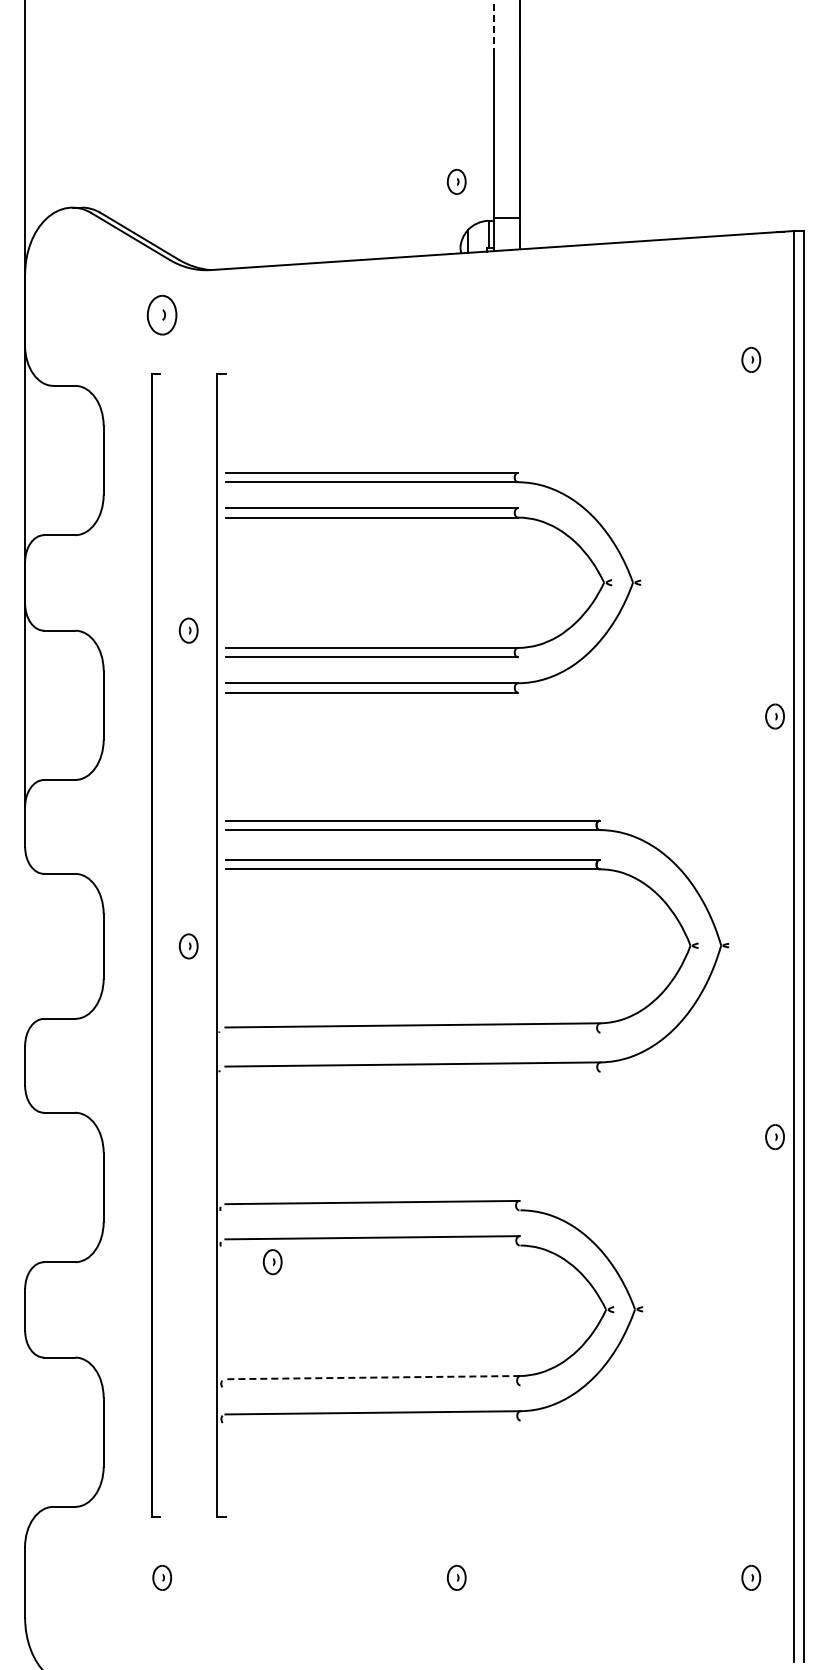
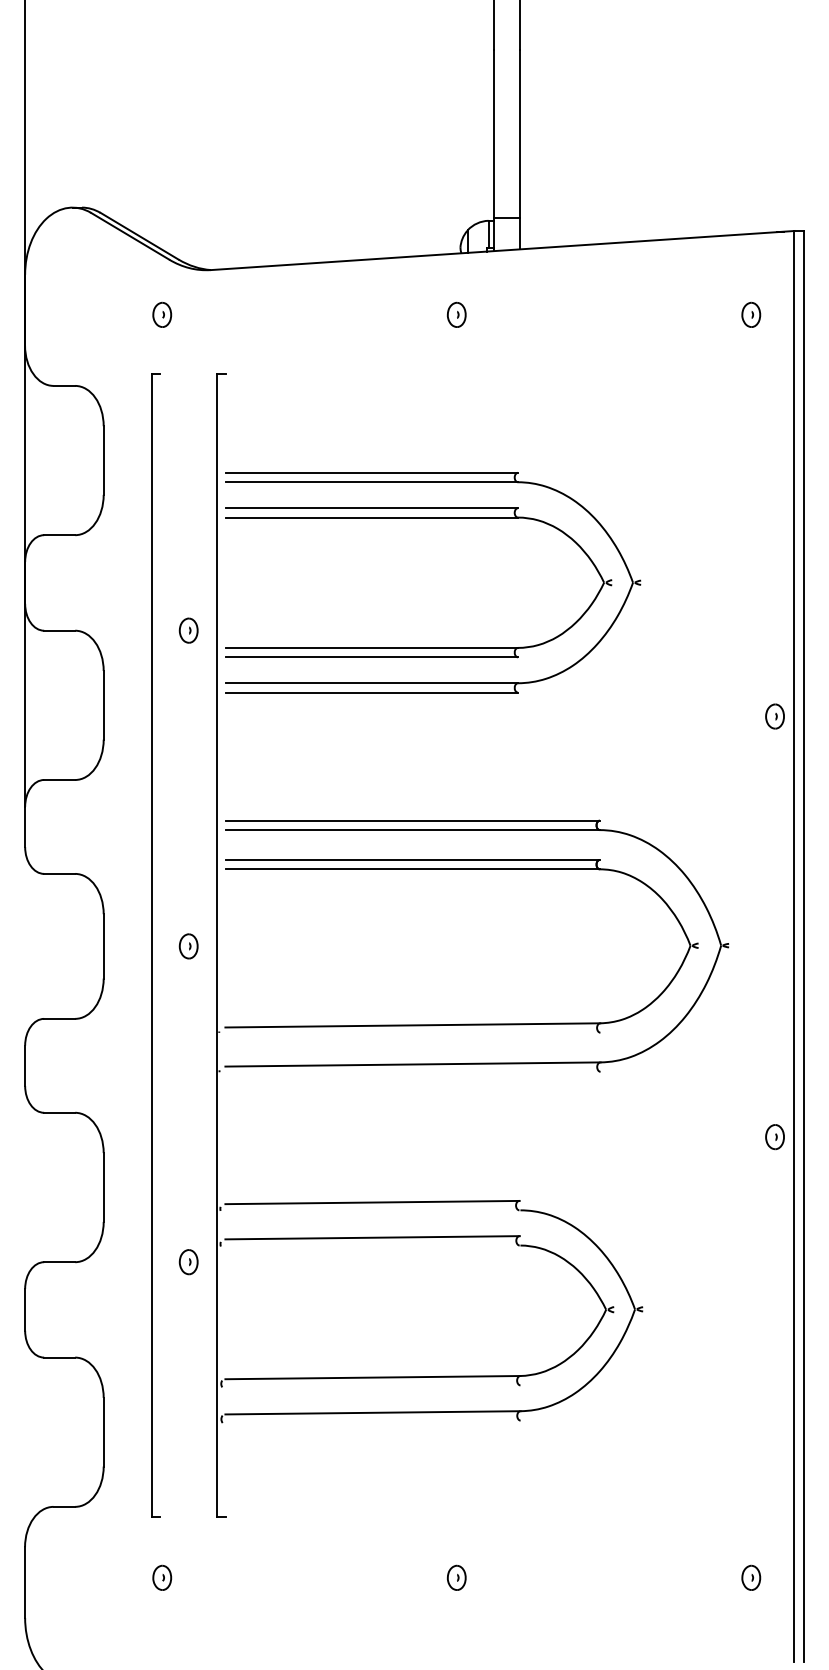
line at (493, 25): dashed -> solid
part at (456, 181) position: (456, 181) -> (456, 314)
part at (161, 314) size: 32x42 px -> 21x27 px
part at (751, 359) position: (751, 359) -> (751, 314)
part at (272, 1262) position: (272, 1262) -> (188, 1262)
line at (372, 1377): dashed -> solid
